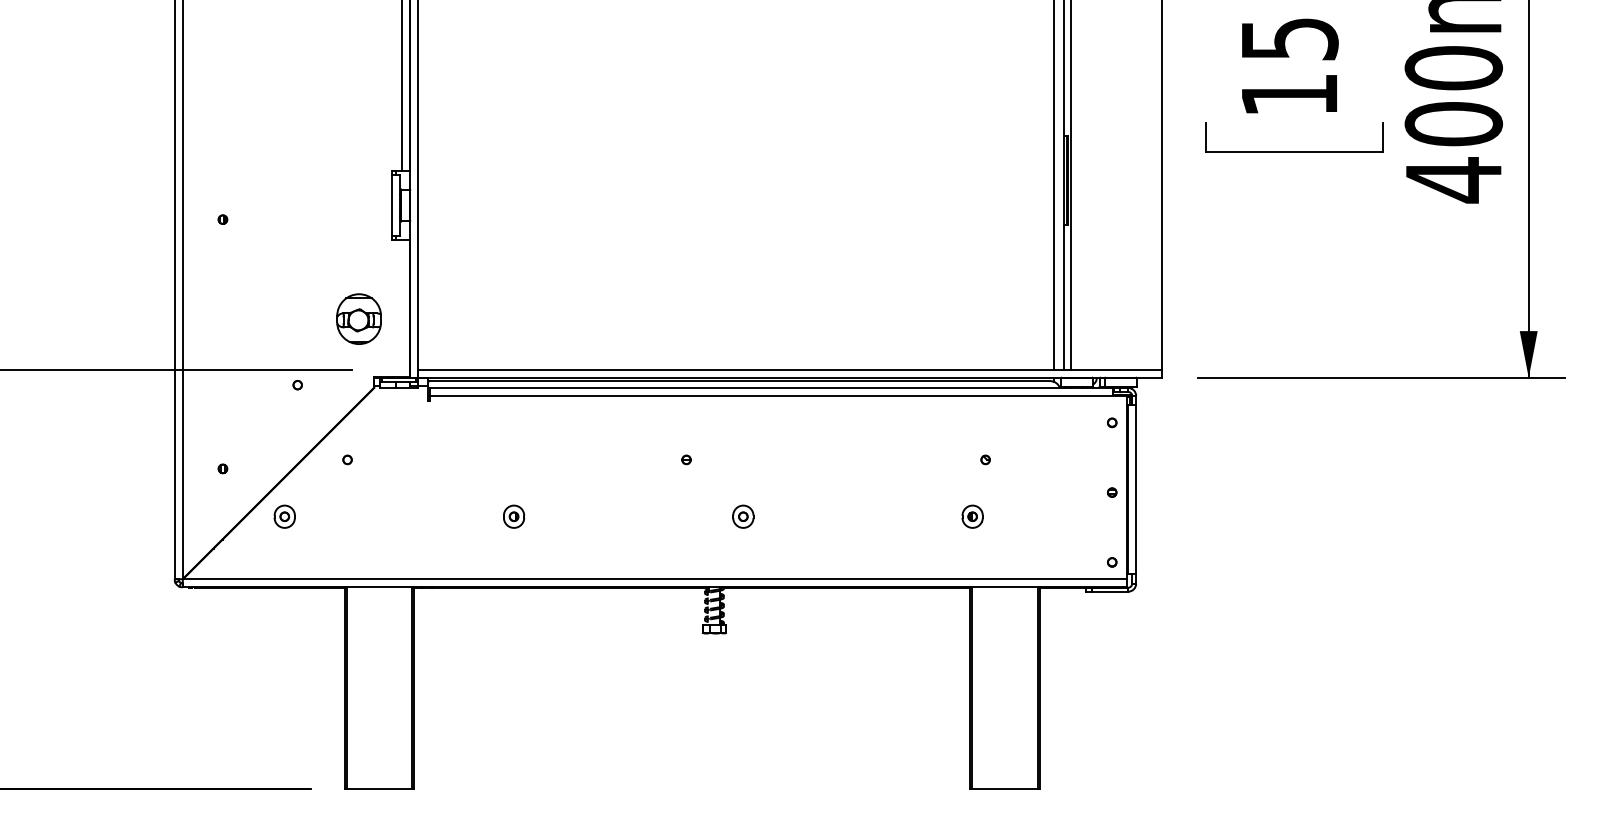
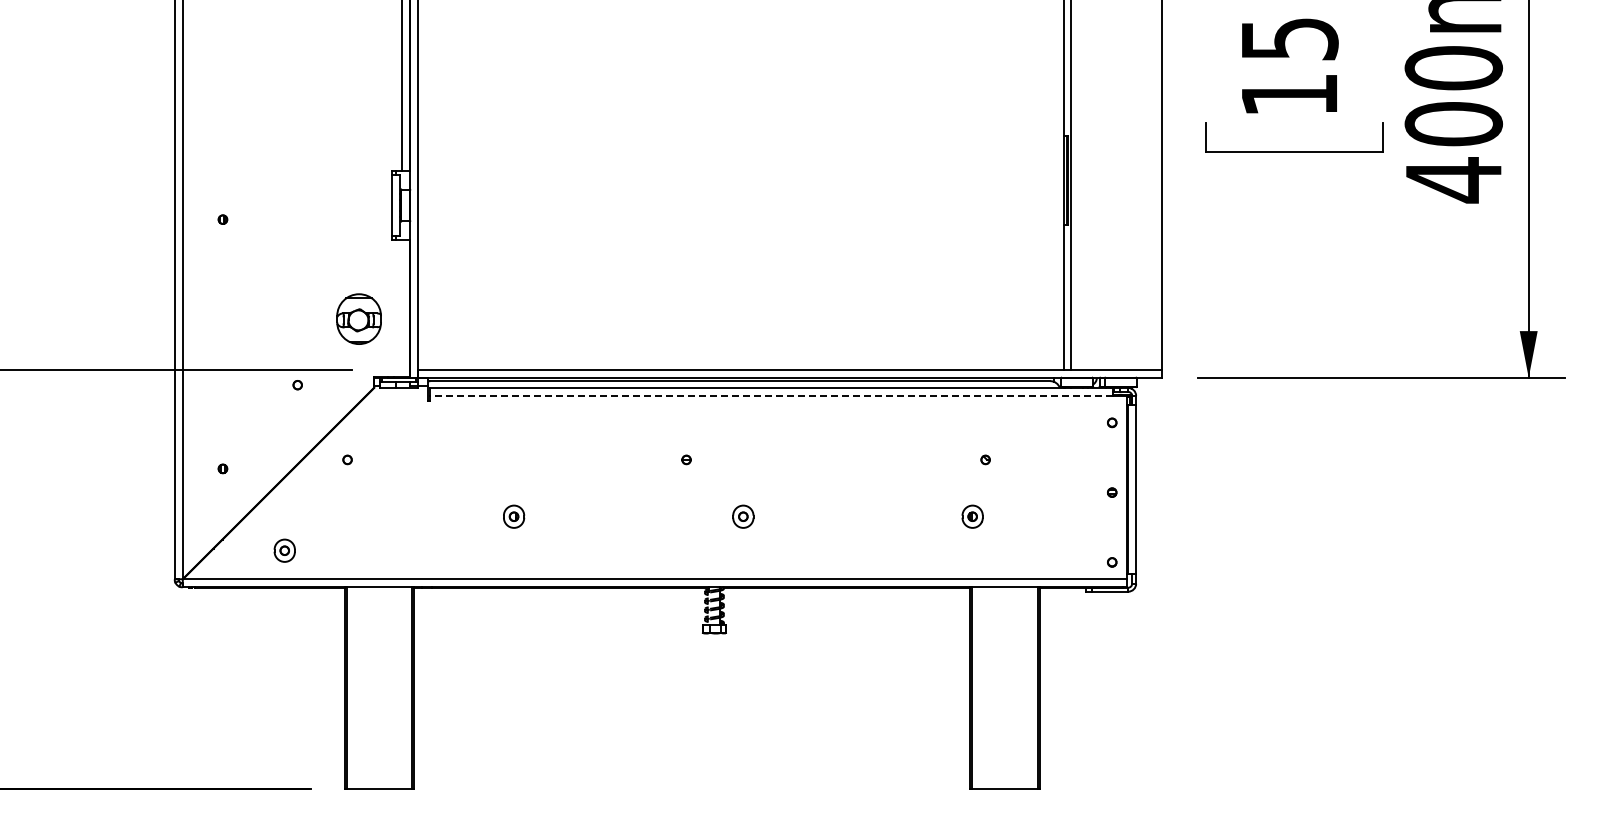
line at (1054, 185): present -> none
line at (770, 395): solid -> dashed
part at (284, 516) position: (284, 516) -> (284, 550)
